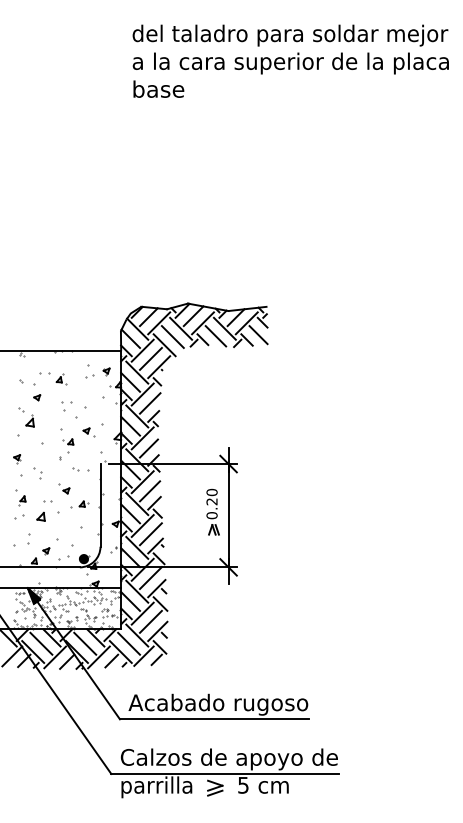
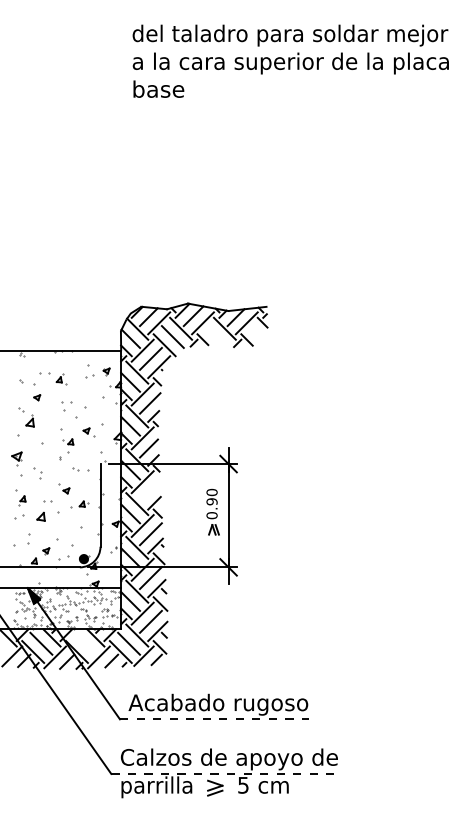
line at (258, 335): present -> none
line at (215, 336): present -> none
part at (17, 459) size: 9x11 px -> 12x16 px
line at (150, 491): present -> none
text at (211, 501): 0.20 -> 0.90
line at (85, 643): present -> none
line at (214, 719): solid -> dashed
line at (225, 773): solid -> dashed
